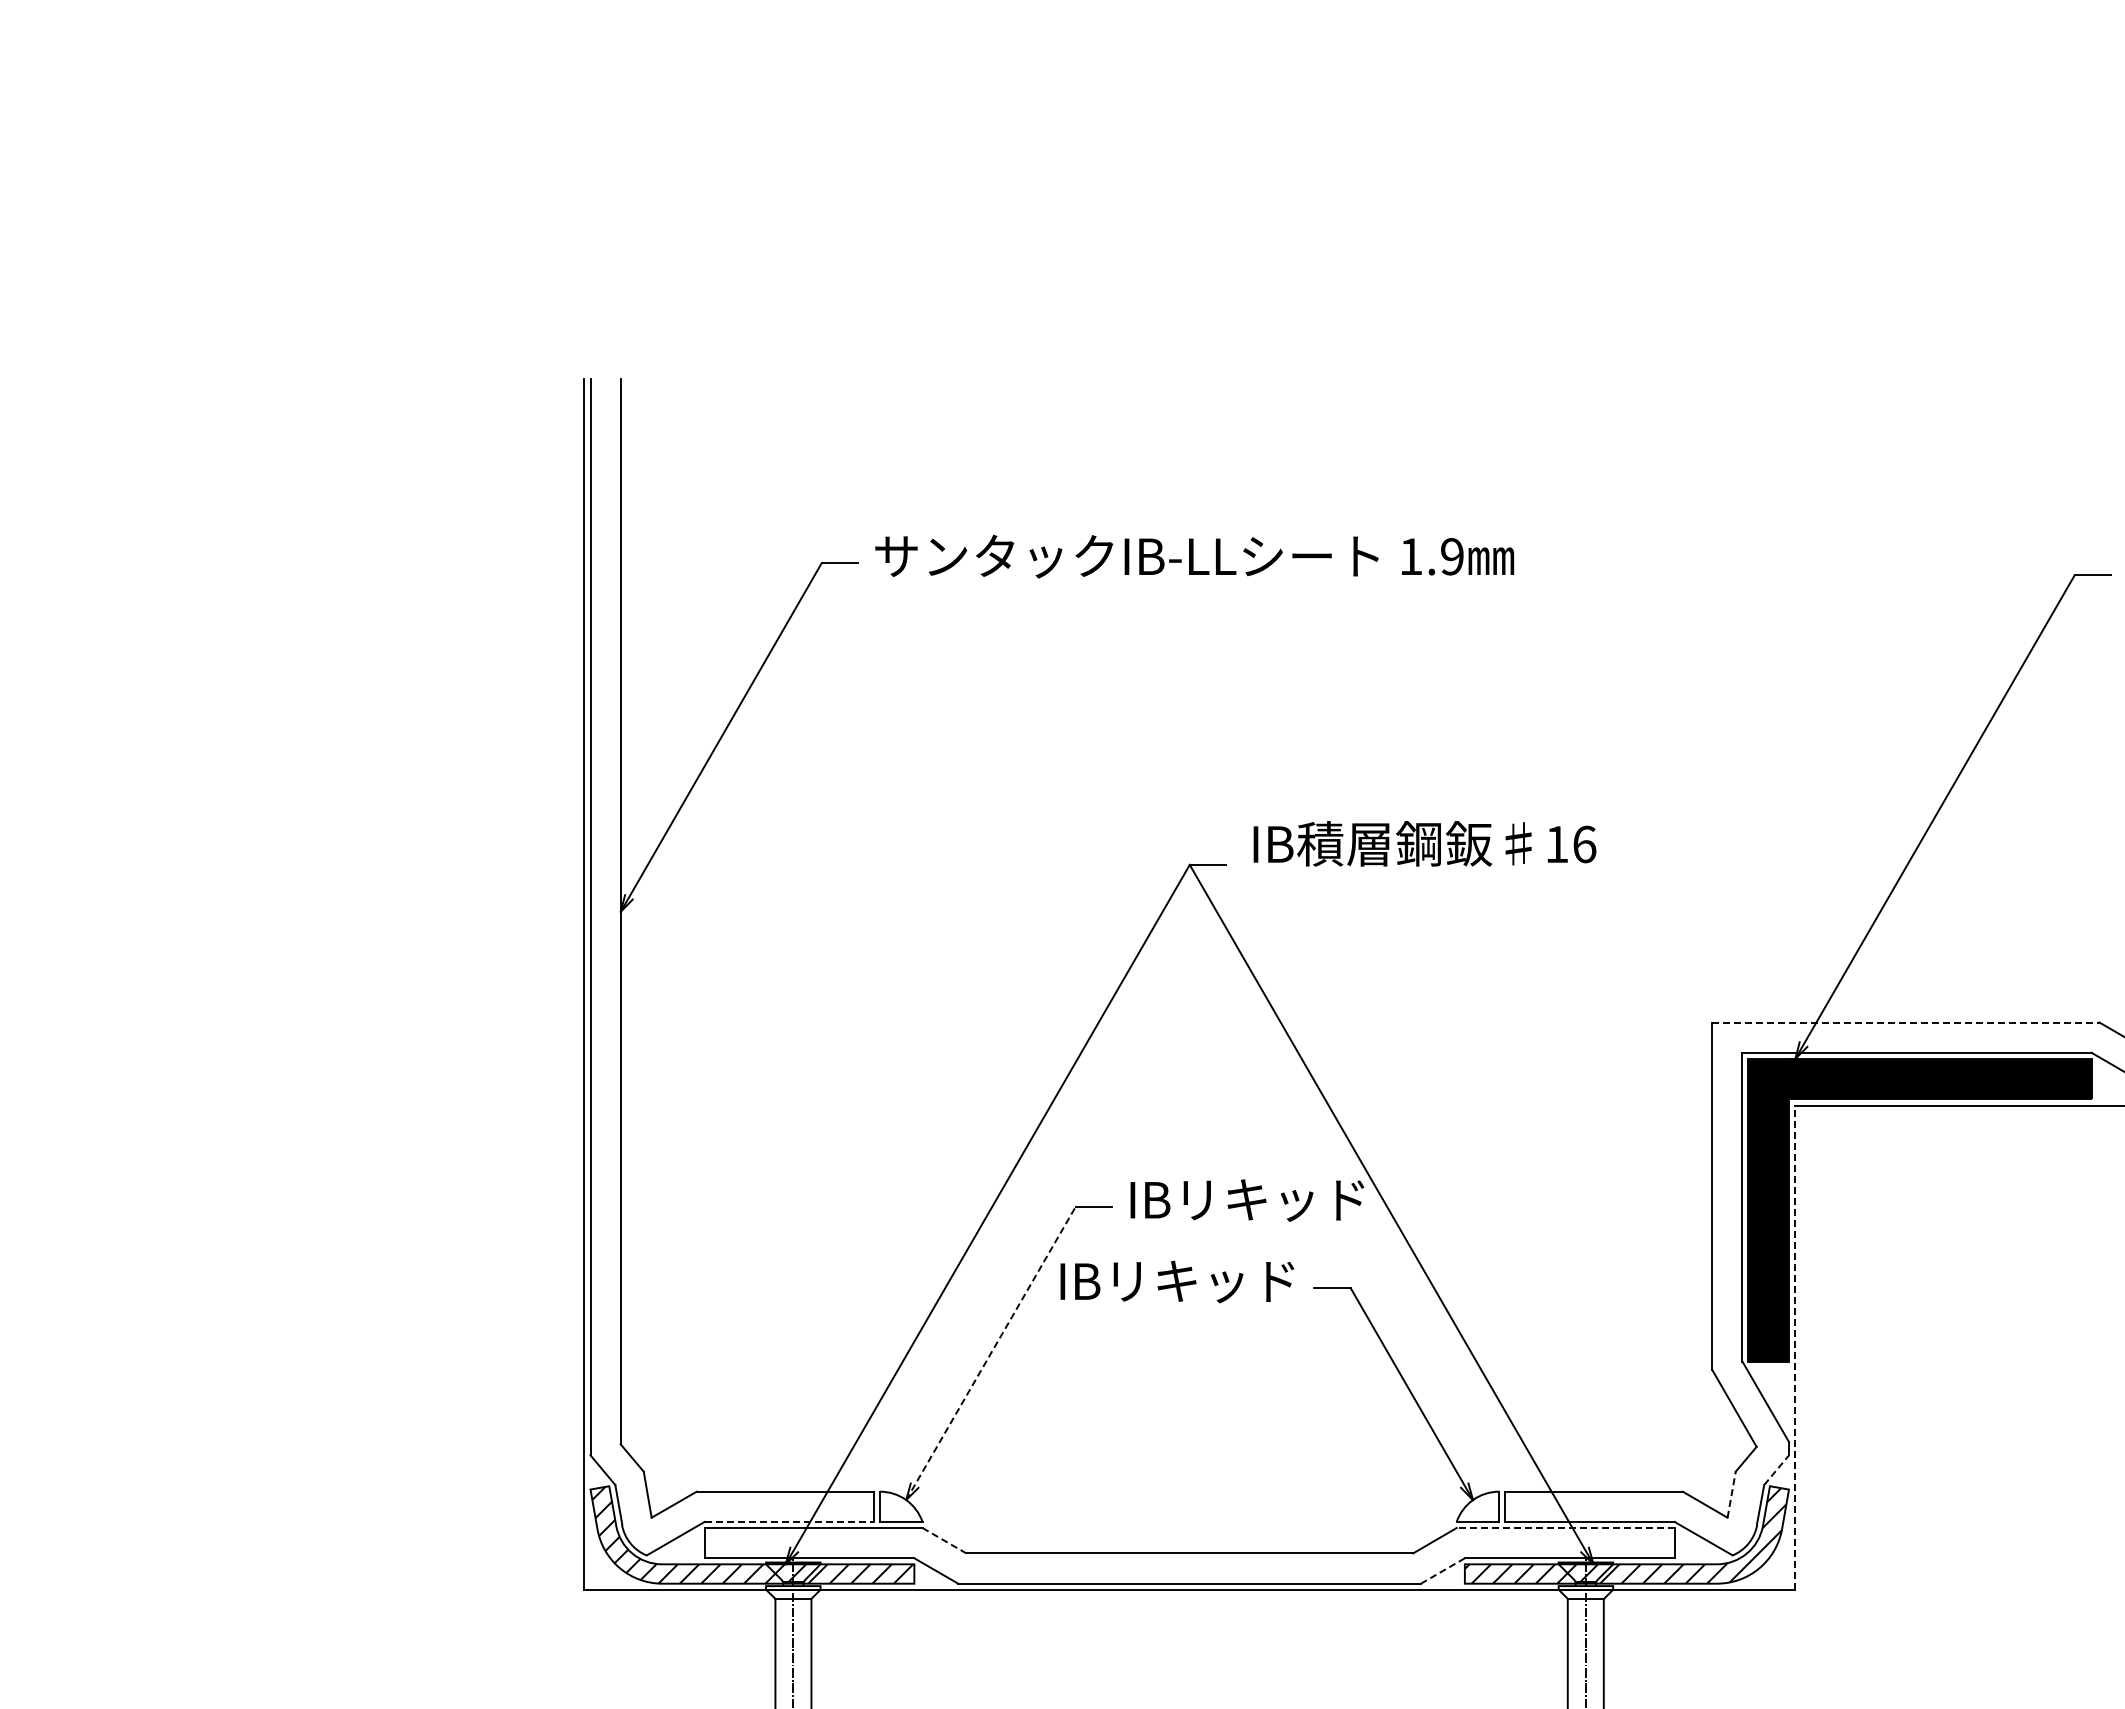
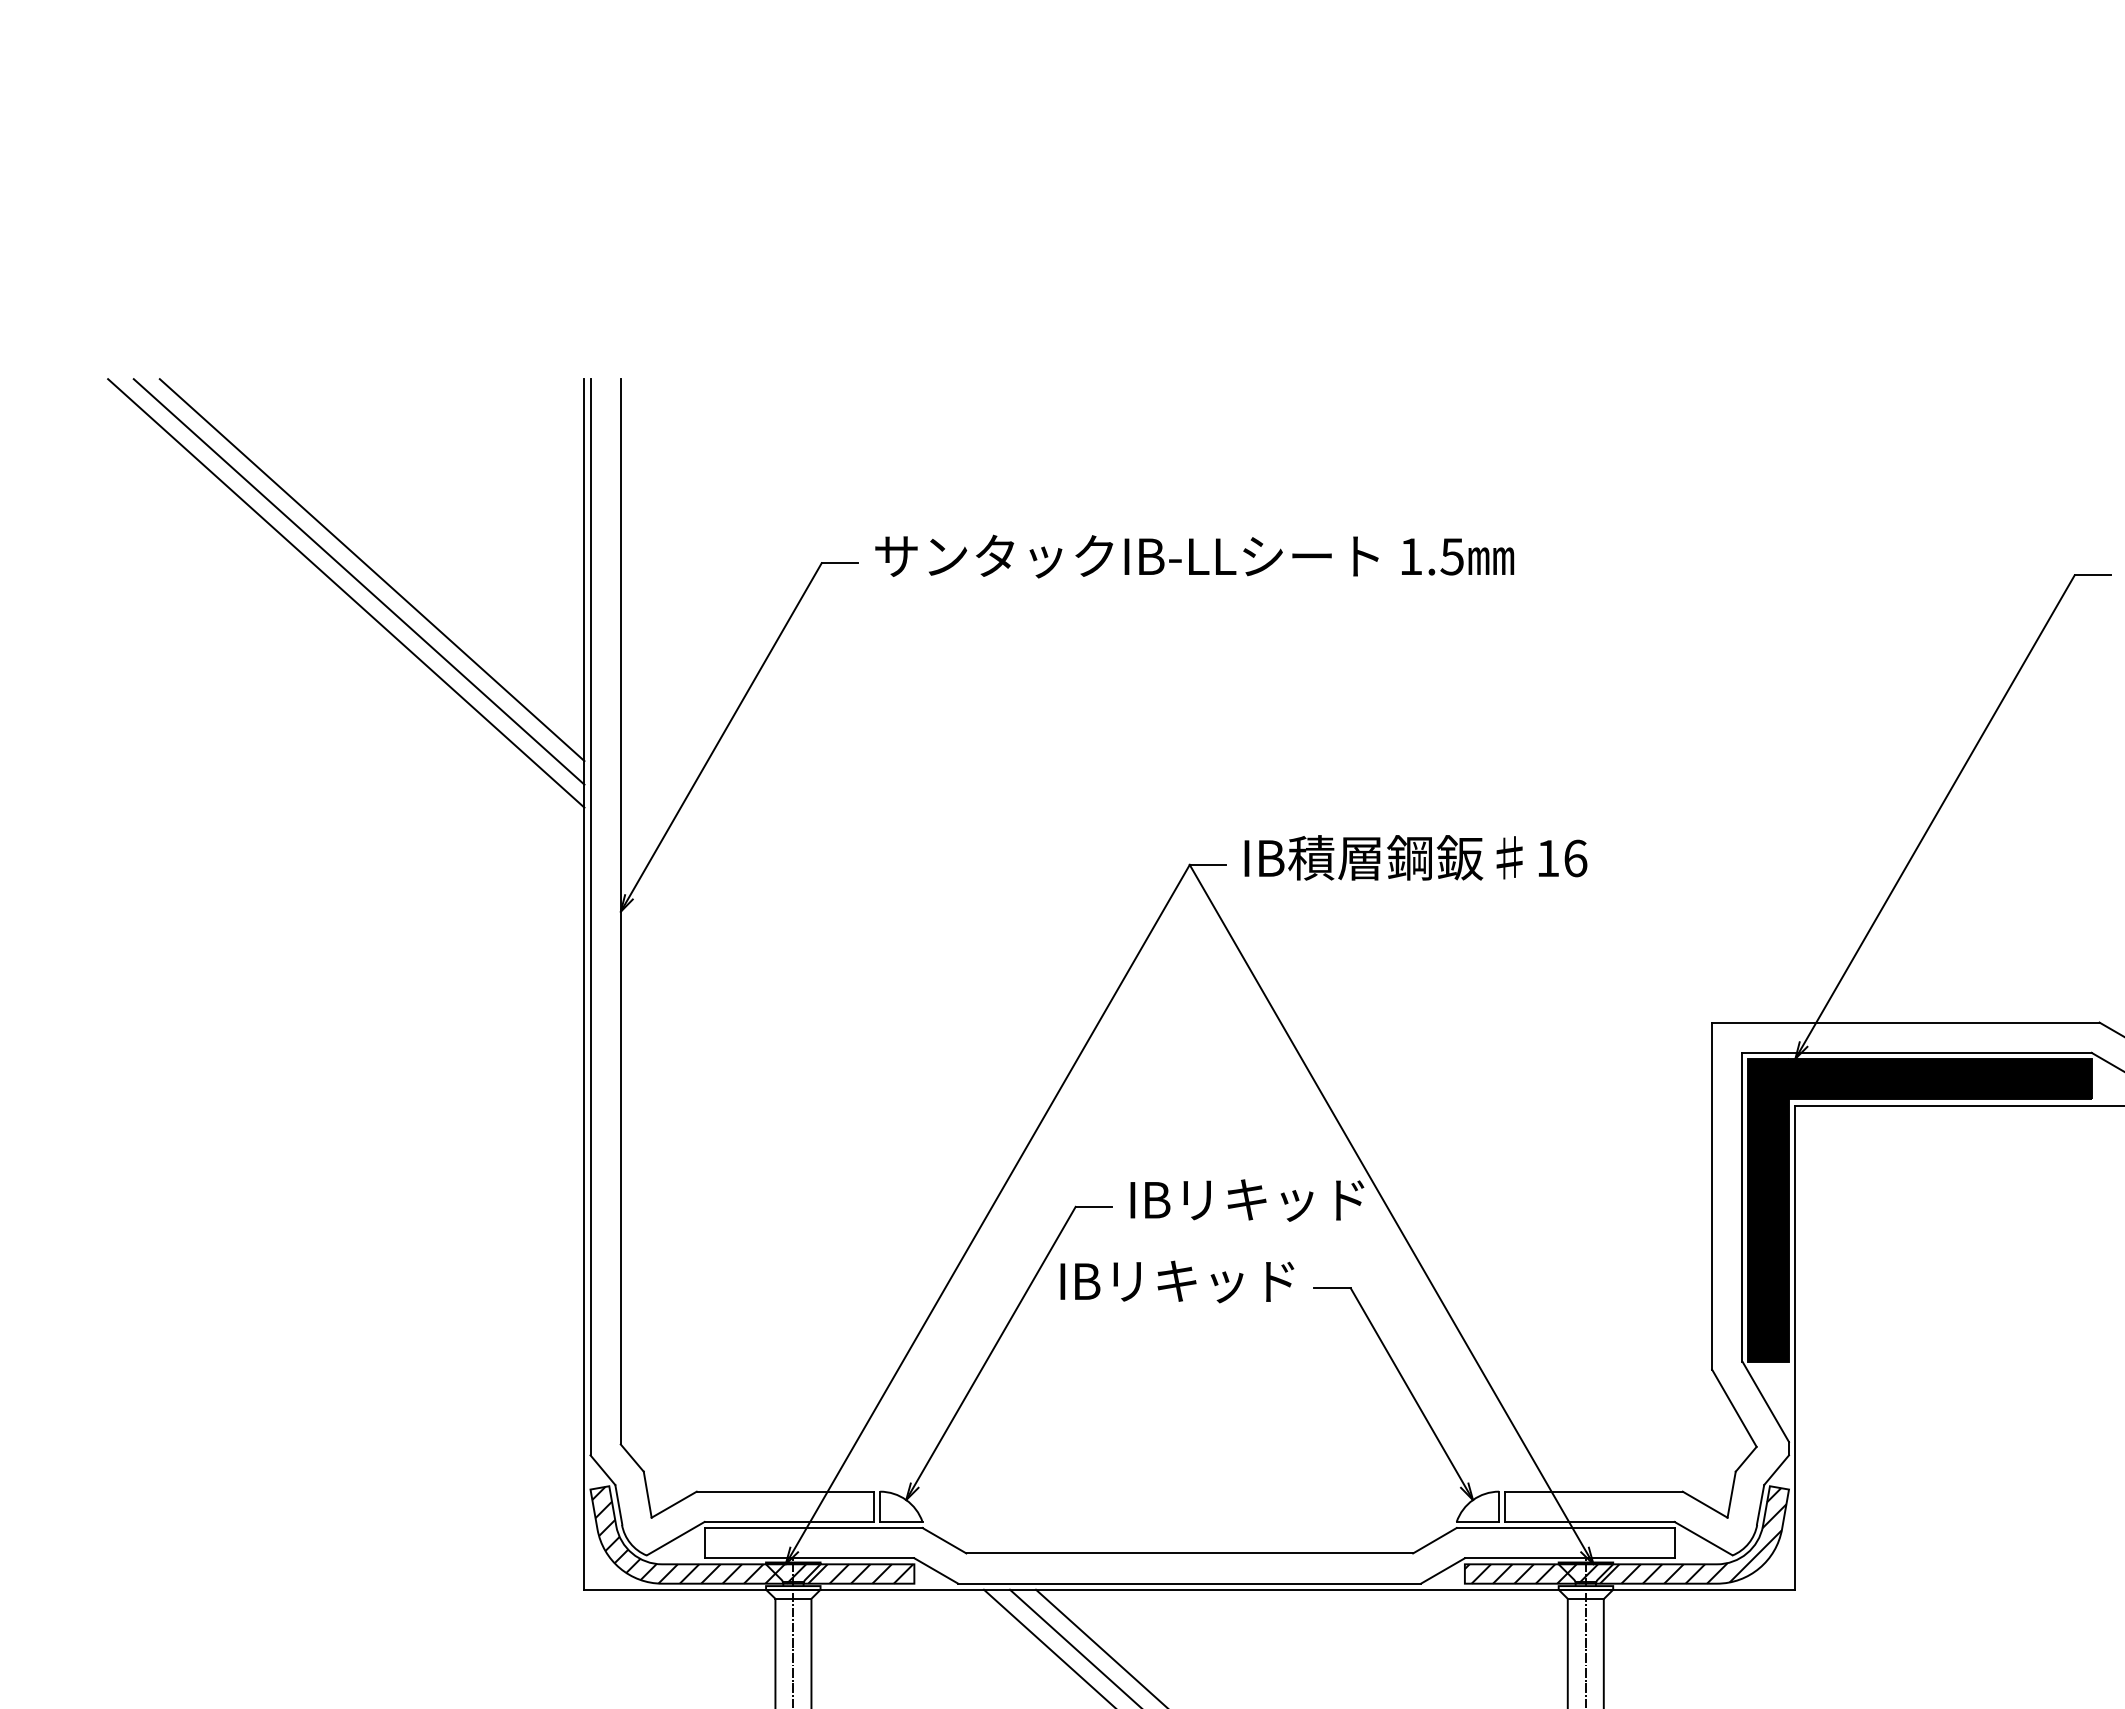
text at (1451, 556): 1.9 -> 1.5
line at (371, 570): none -> present
line at (358, 581): none -> present
line at (346, 593): none -> present
text at (1424, 843) position: (1424, 843) -> (1415, 857)
line at (1905, 1022): dashed -> solid
line at (1795, 1347): dashed -> solid
line at (991, 1353): dashed -> solid
line at (1776, 1469): dashed -> solid
line at (1731, 1494): dashed -> solid
line at (789, 1521): dashed -> solid
line at (1565, 1528): dashed -> solid
line at (944, 1540): dashed -> solid
line at (1442, 1571): dashed -> solid
line at (1047, 1647): none -> present
line at (1074, 1647): none -> present
line at (1100, 1647): none -> present
